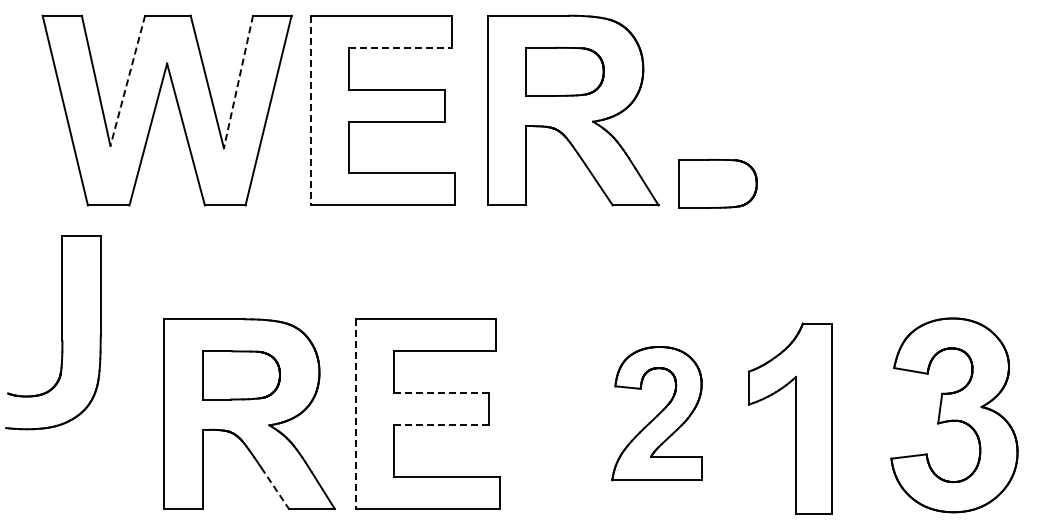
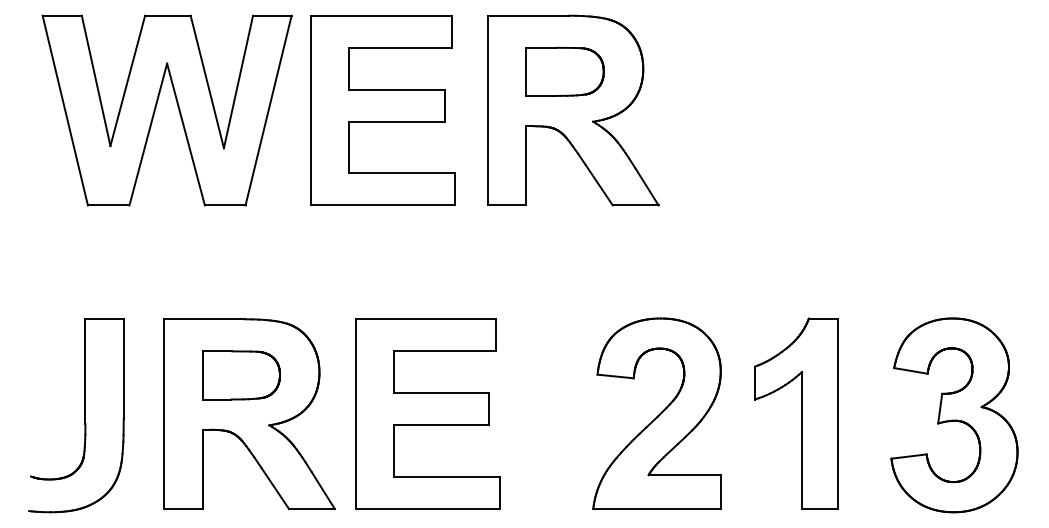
line at (401, 47): dashed -> solid
line at (127, 81): dashed -> solid
line at (238, 82): dashed -> solid
line at (311, 110): dashed -> solid
part at (717, 183): present -> none
part at (61, 332) position: (61, 332) -> (84, 415)
line at (441, 393): dashed -> solid
part at (656, 413) size: 92x136 px -> 130x193 px
line at (355, 414): dashed -> solid
part at (790, 418) position: (790, 418) -> (796, 413)
line at (441, 425): dashed -> solid
line at (275, 488): dashed -> solid
